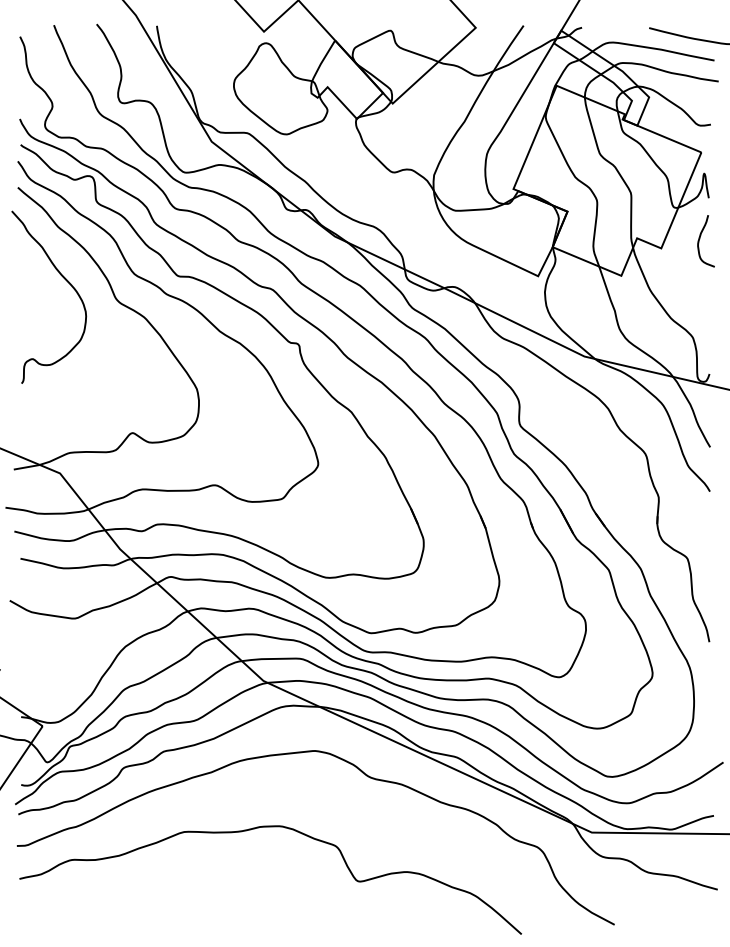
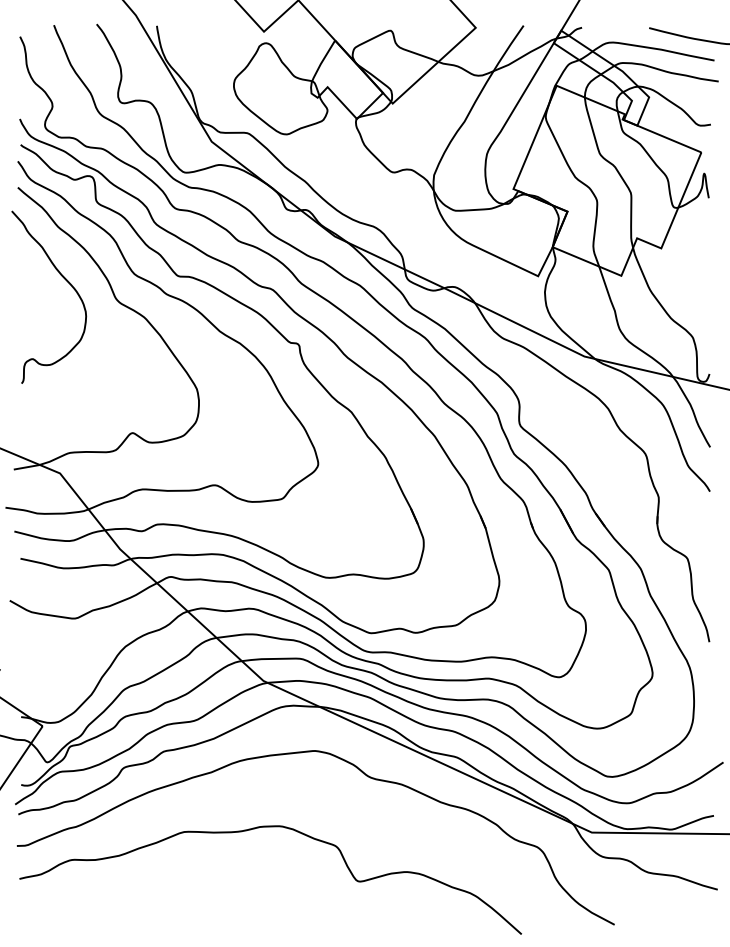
curve at (700, 239): present -> none
